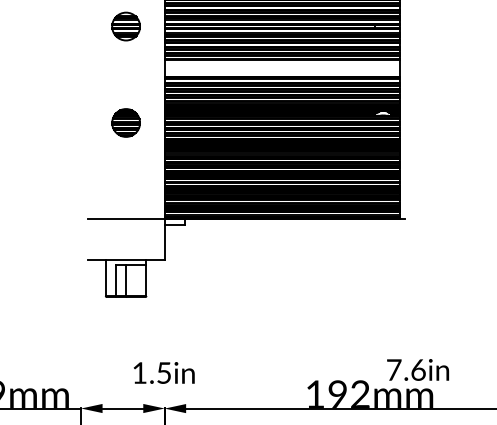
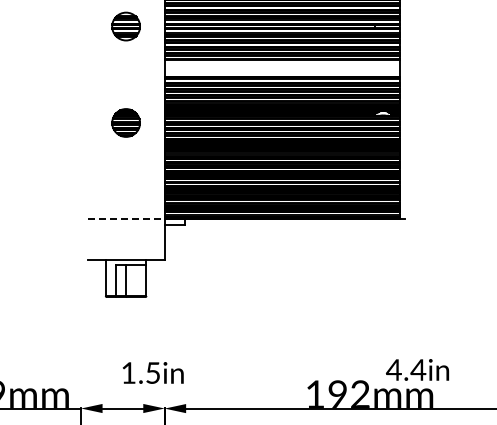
line at (126, 219): solid -> dashed
text at (405, 369): 7.6in -> 4.4in
text at (163, 372) position: (163, 372) -> (152, 372)
